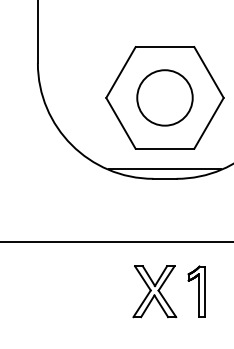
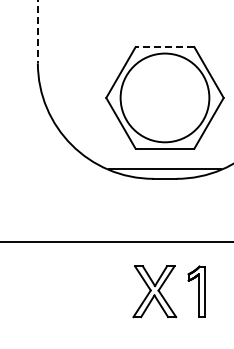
line at (37, 32): solid -> dashed
line at (164, 47): solid -> dashed
circle at (164, 97) diameter: 55 px -> 89 px
